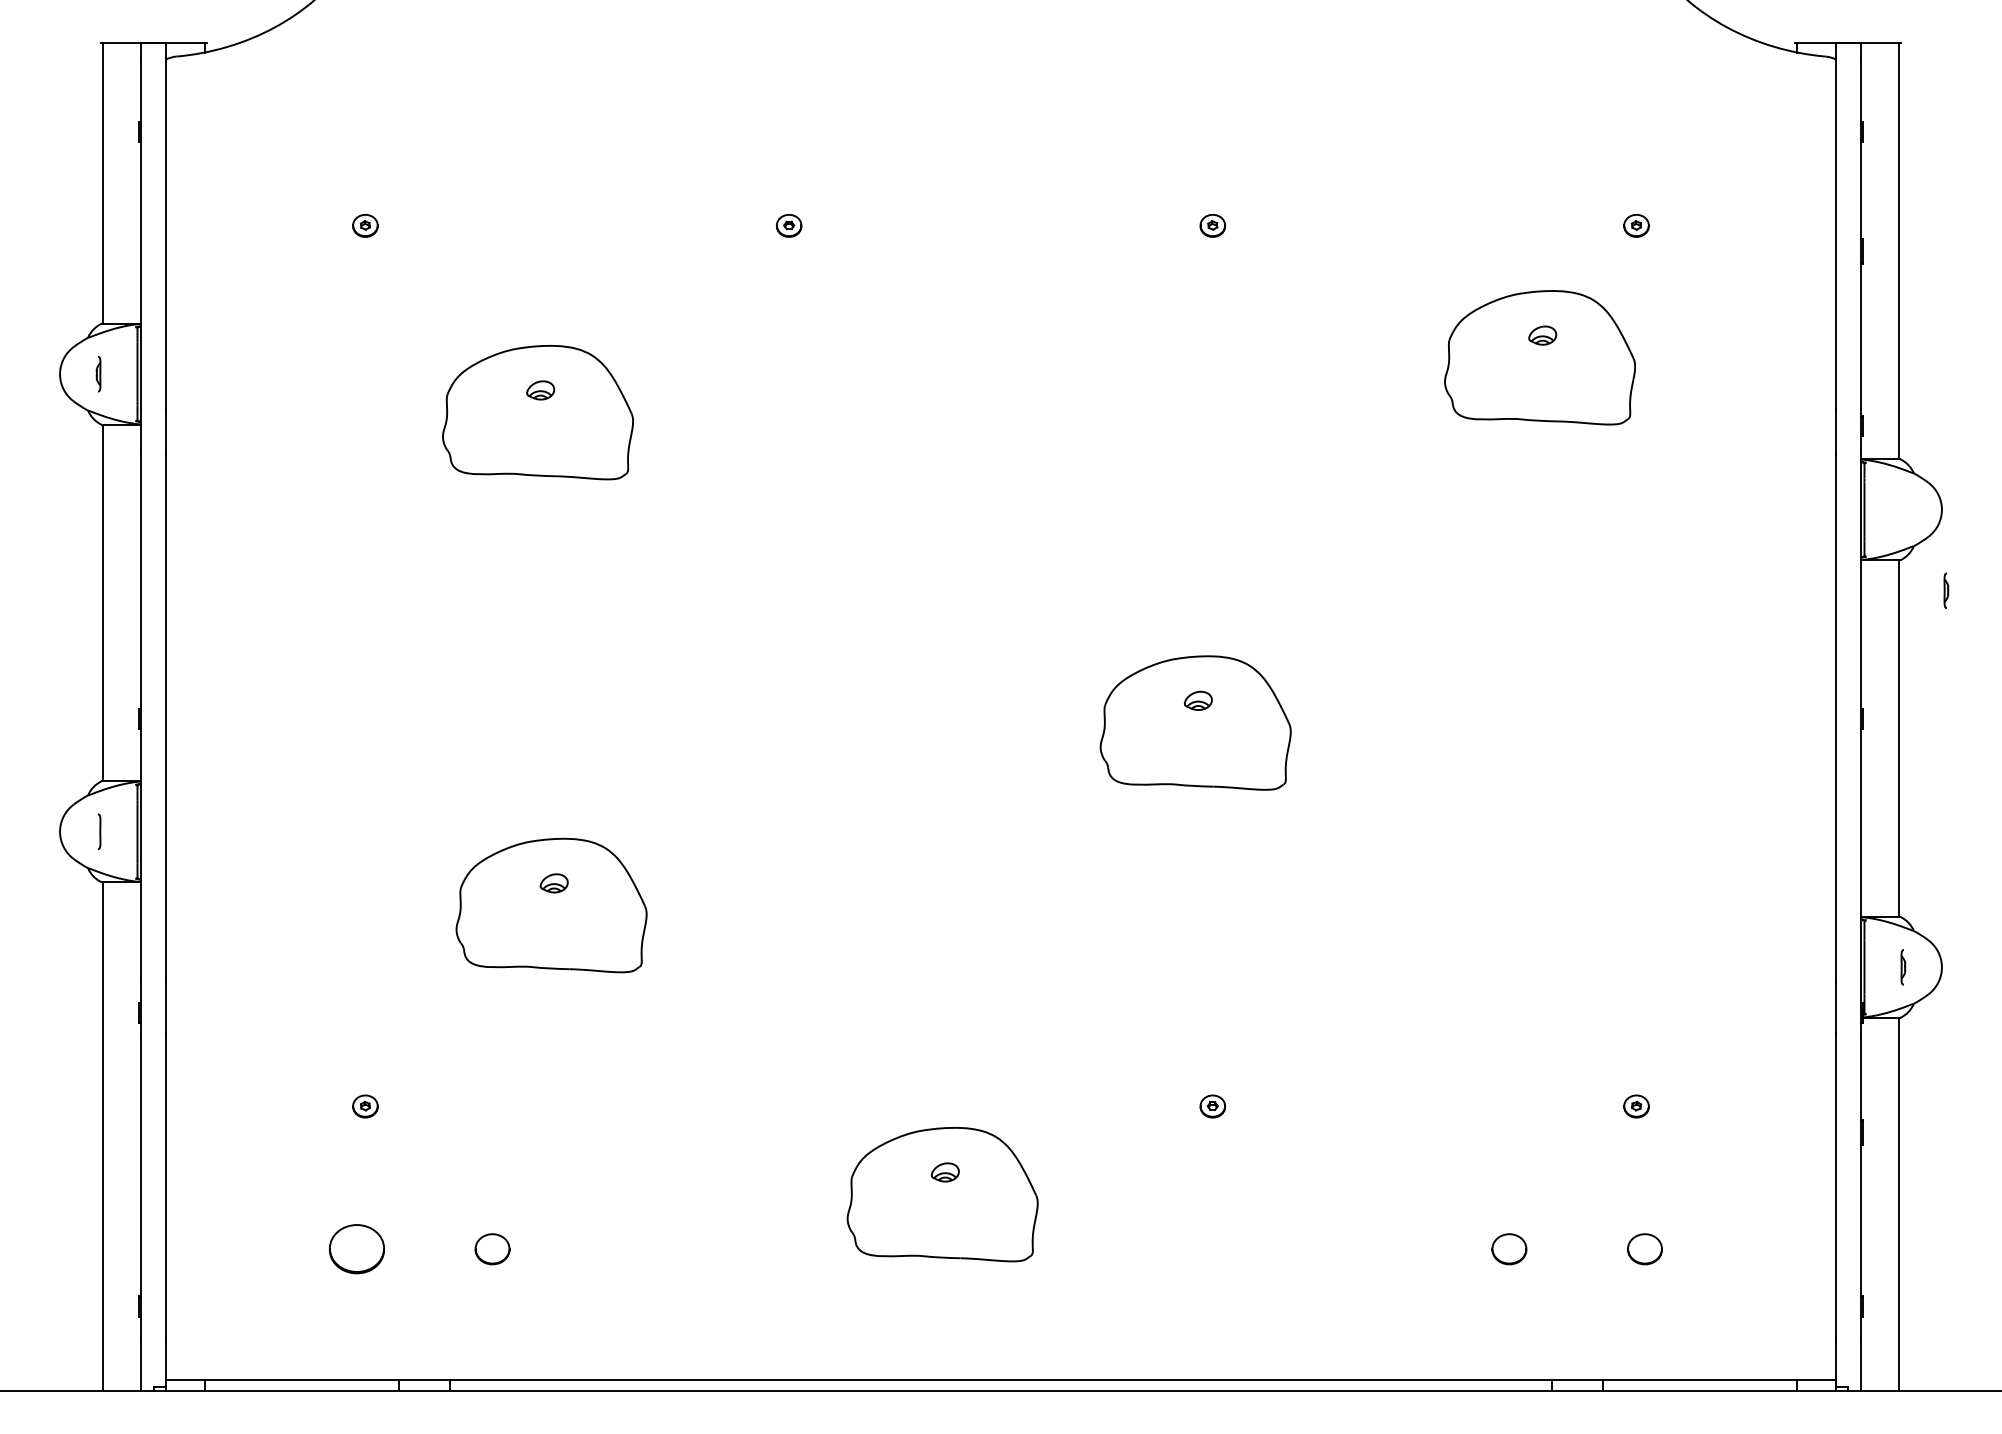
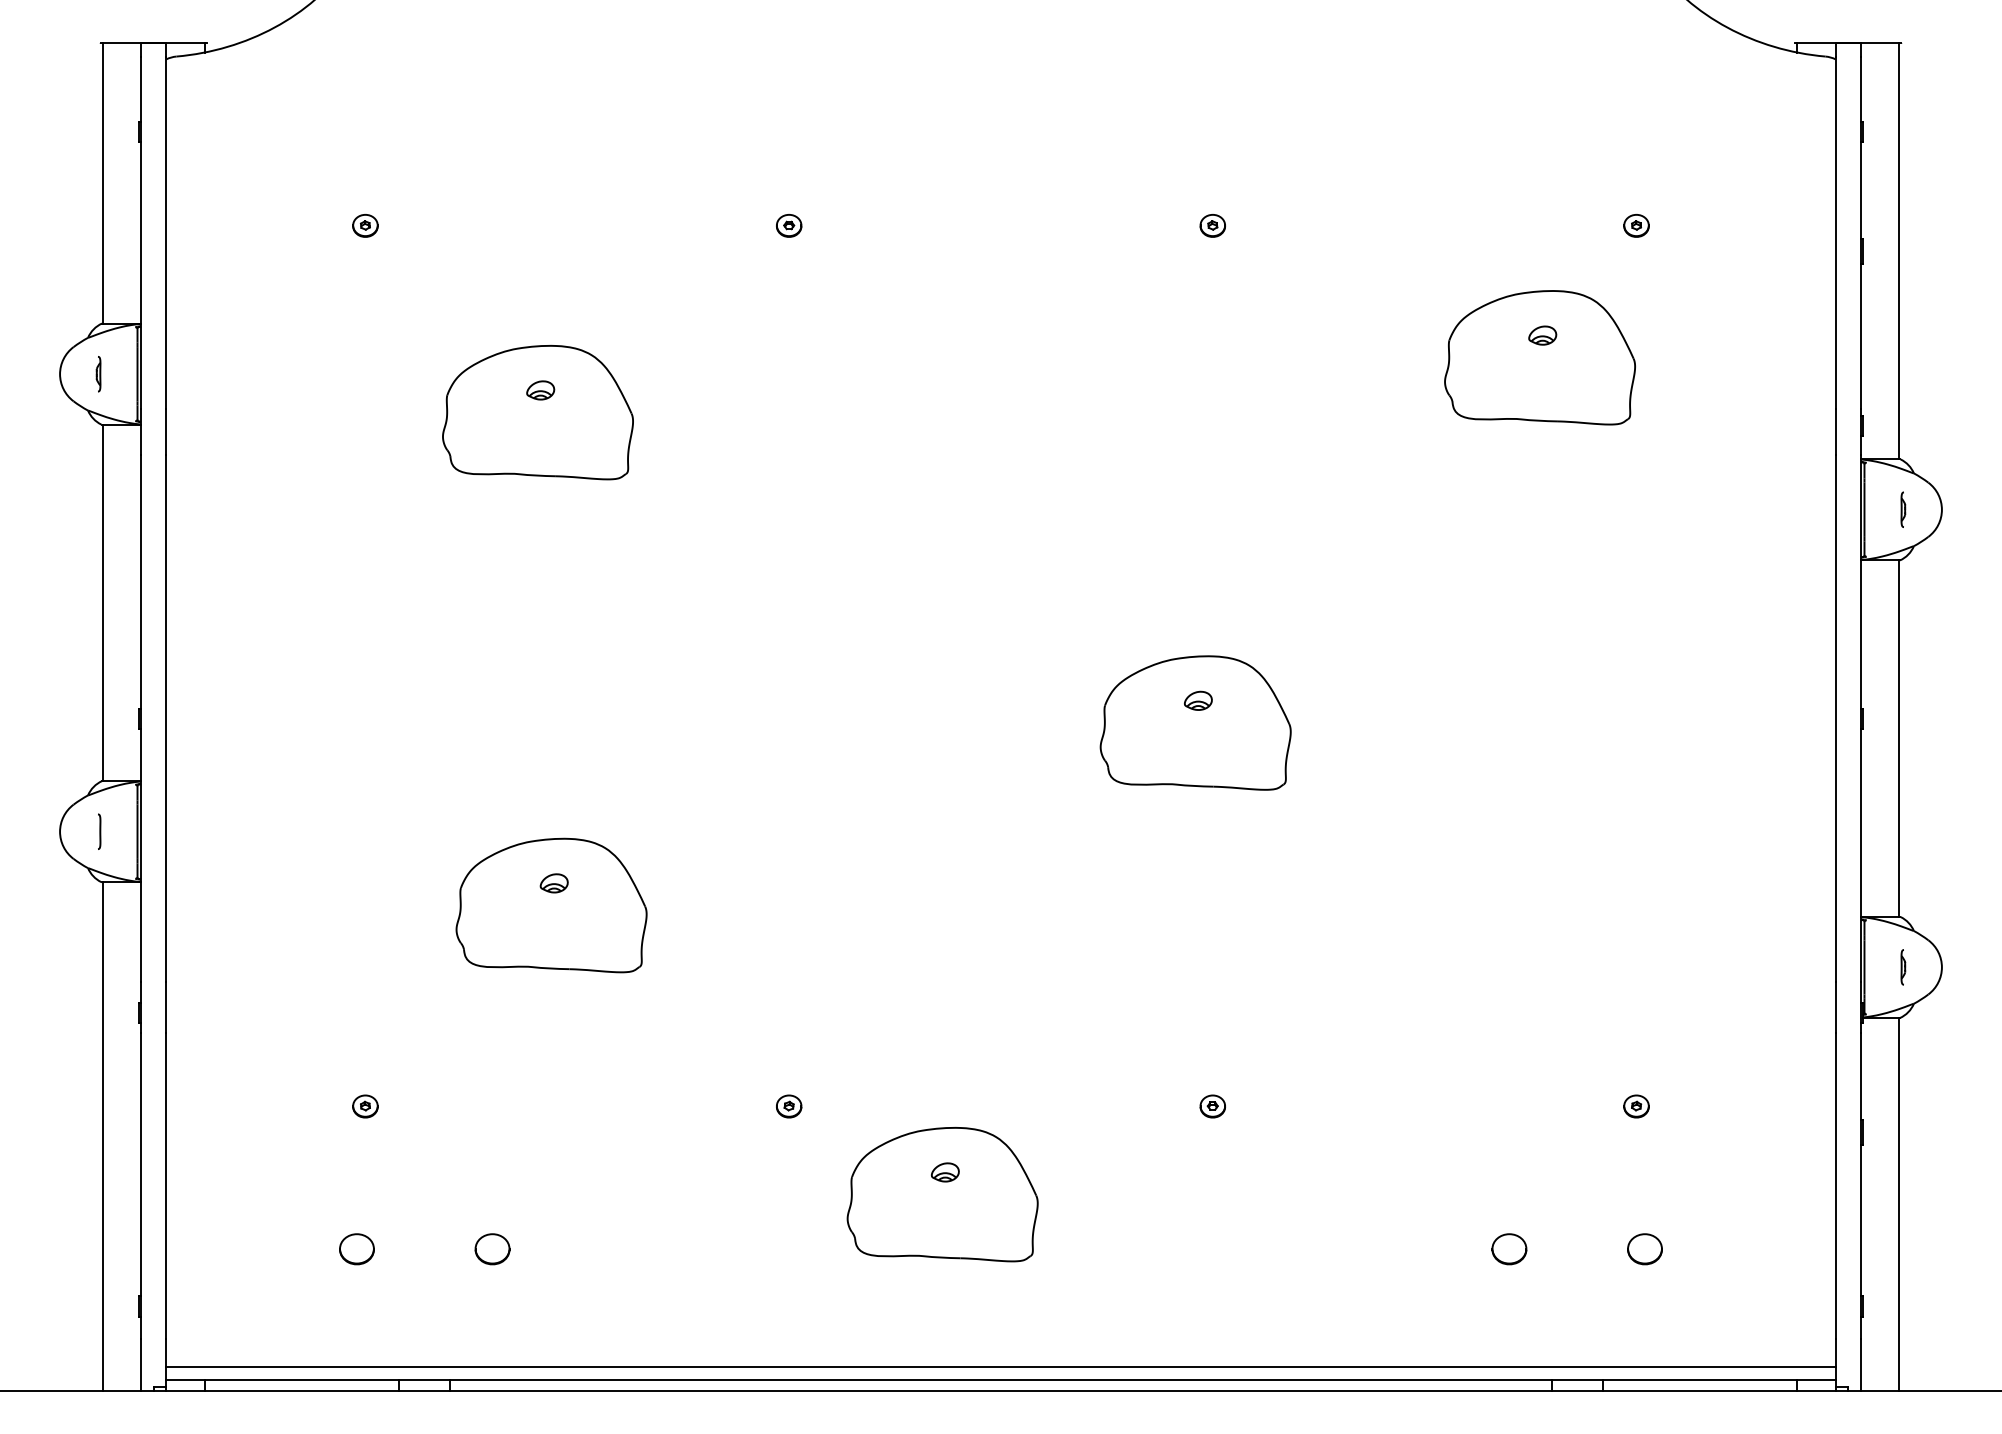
part at (1946, 590) position: (1946, 590) -> (1903, 509)
part at (789, 1106): none -> present
part at (356, 1249) size: 56x51 px -> 36x33 px
line at (1000, 1366): none -> present
